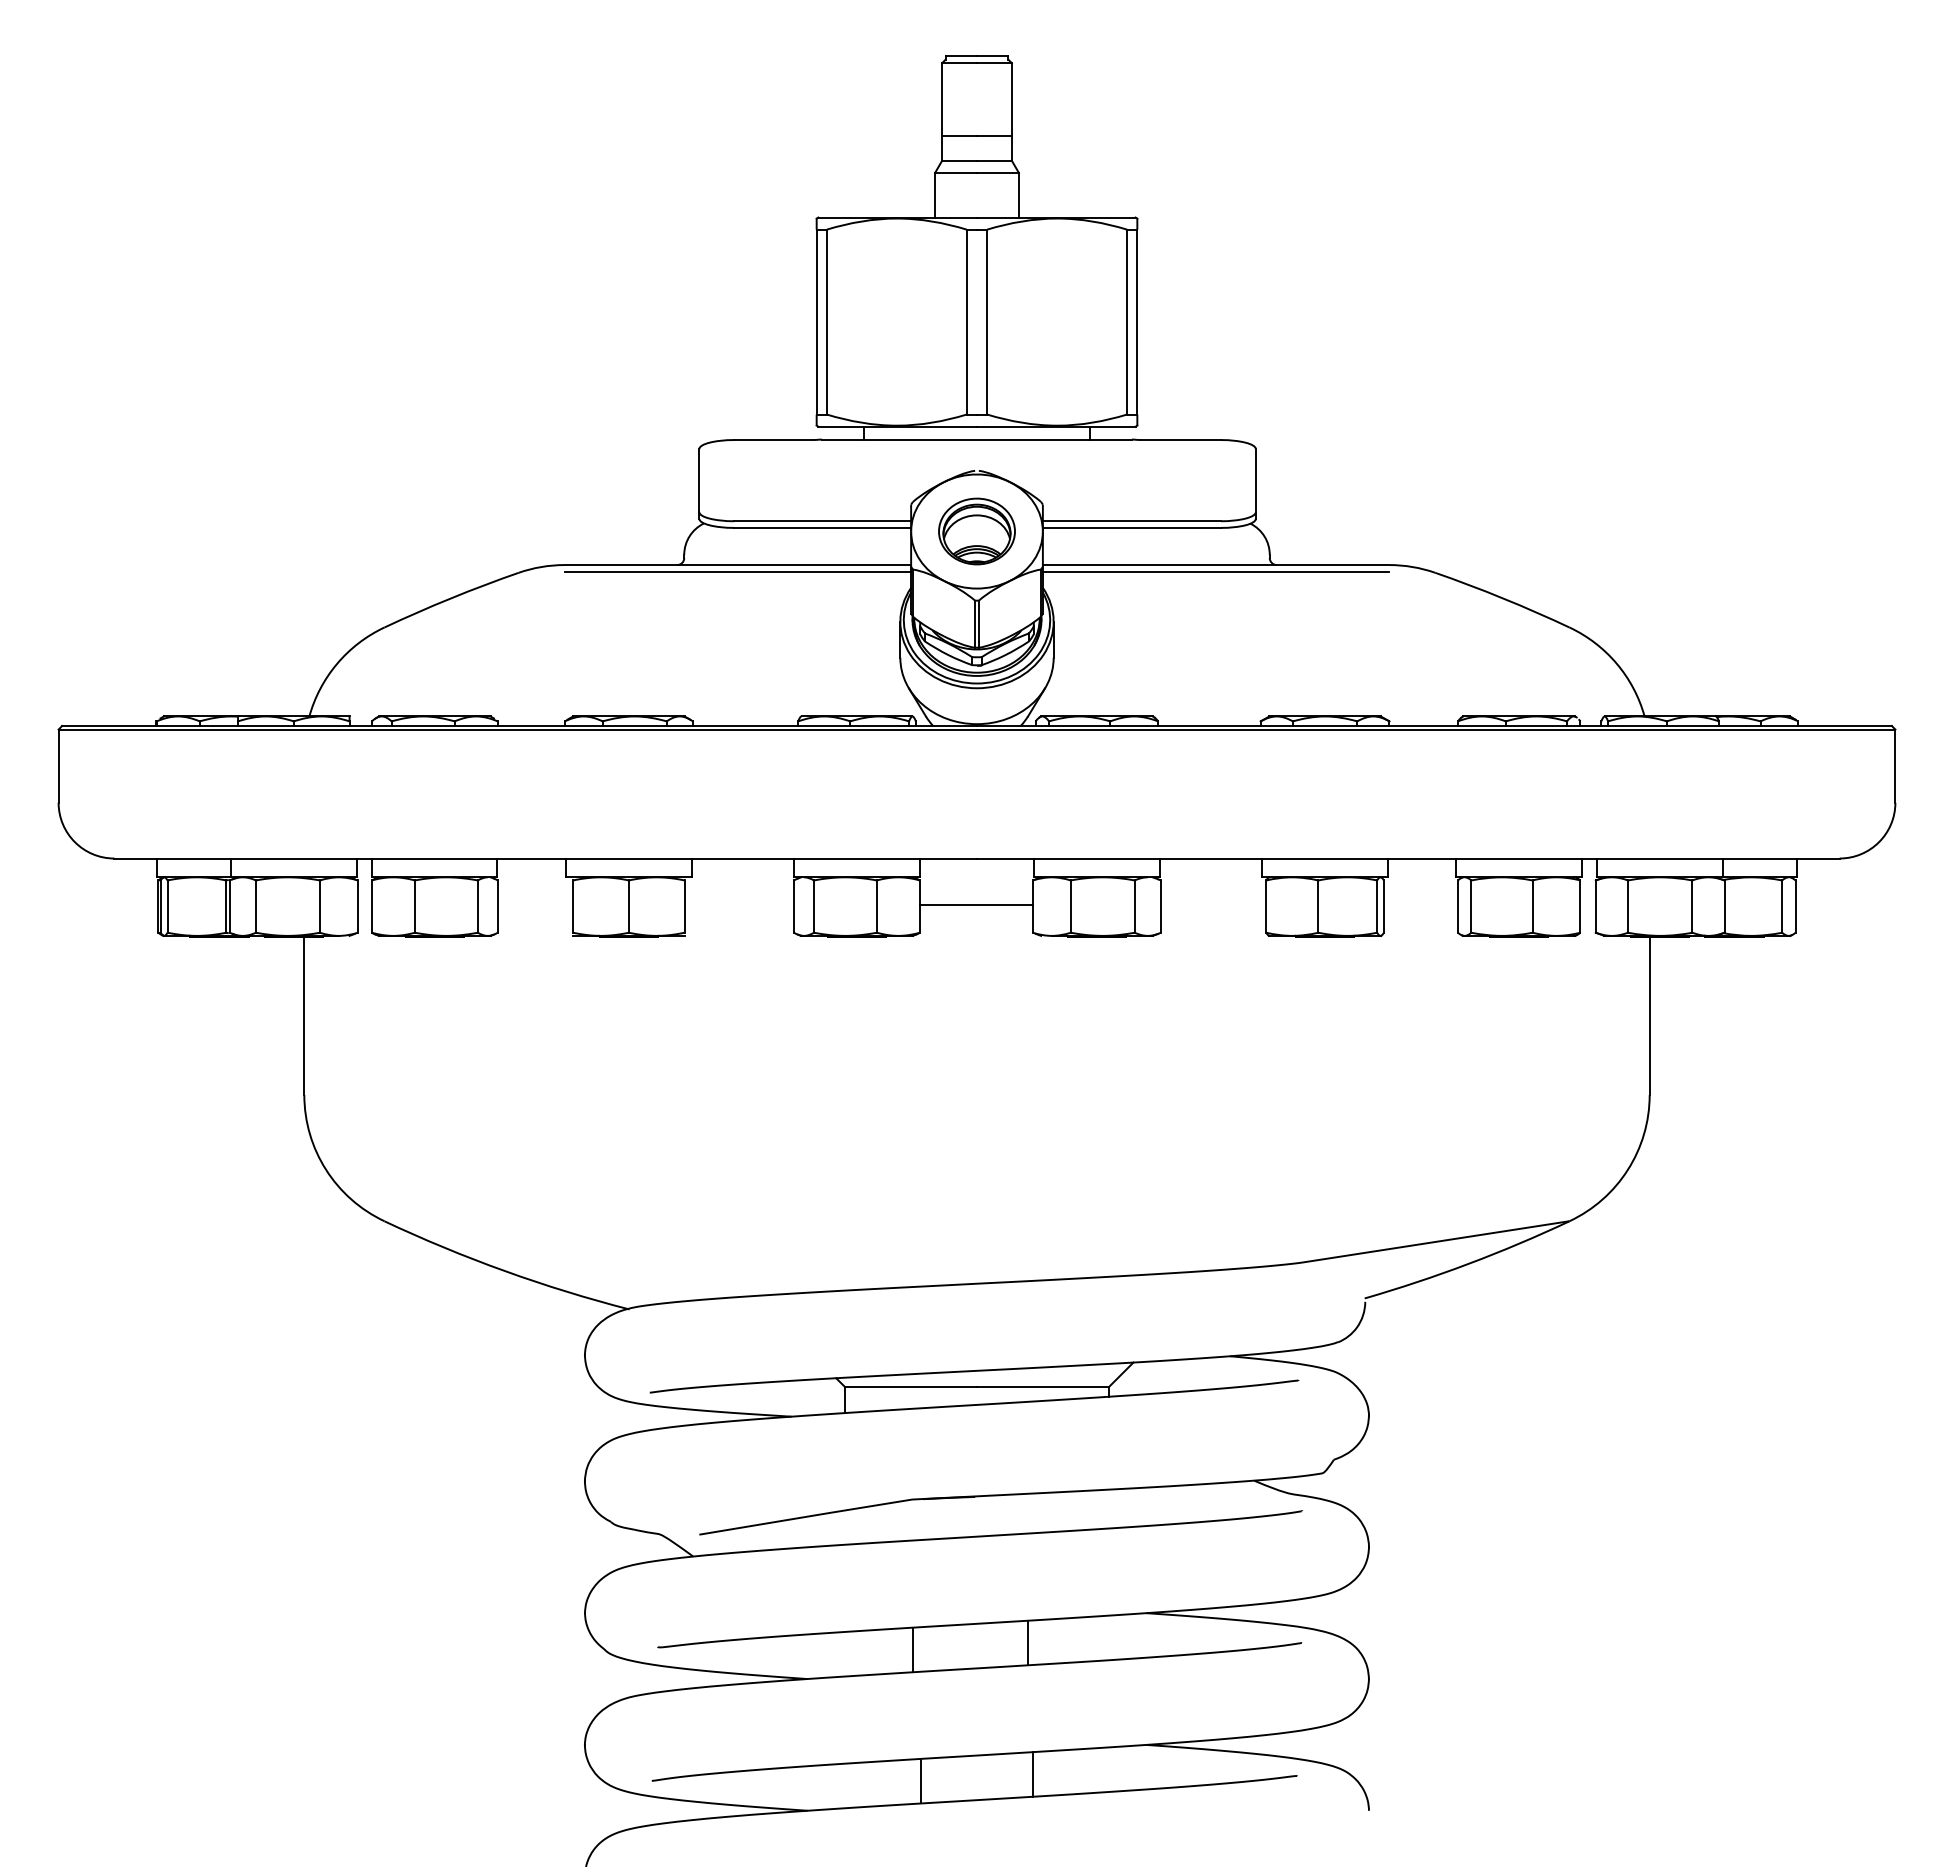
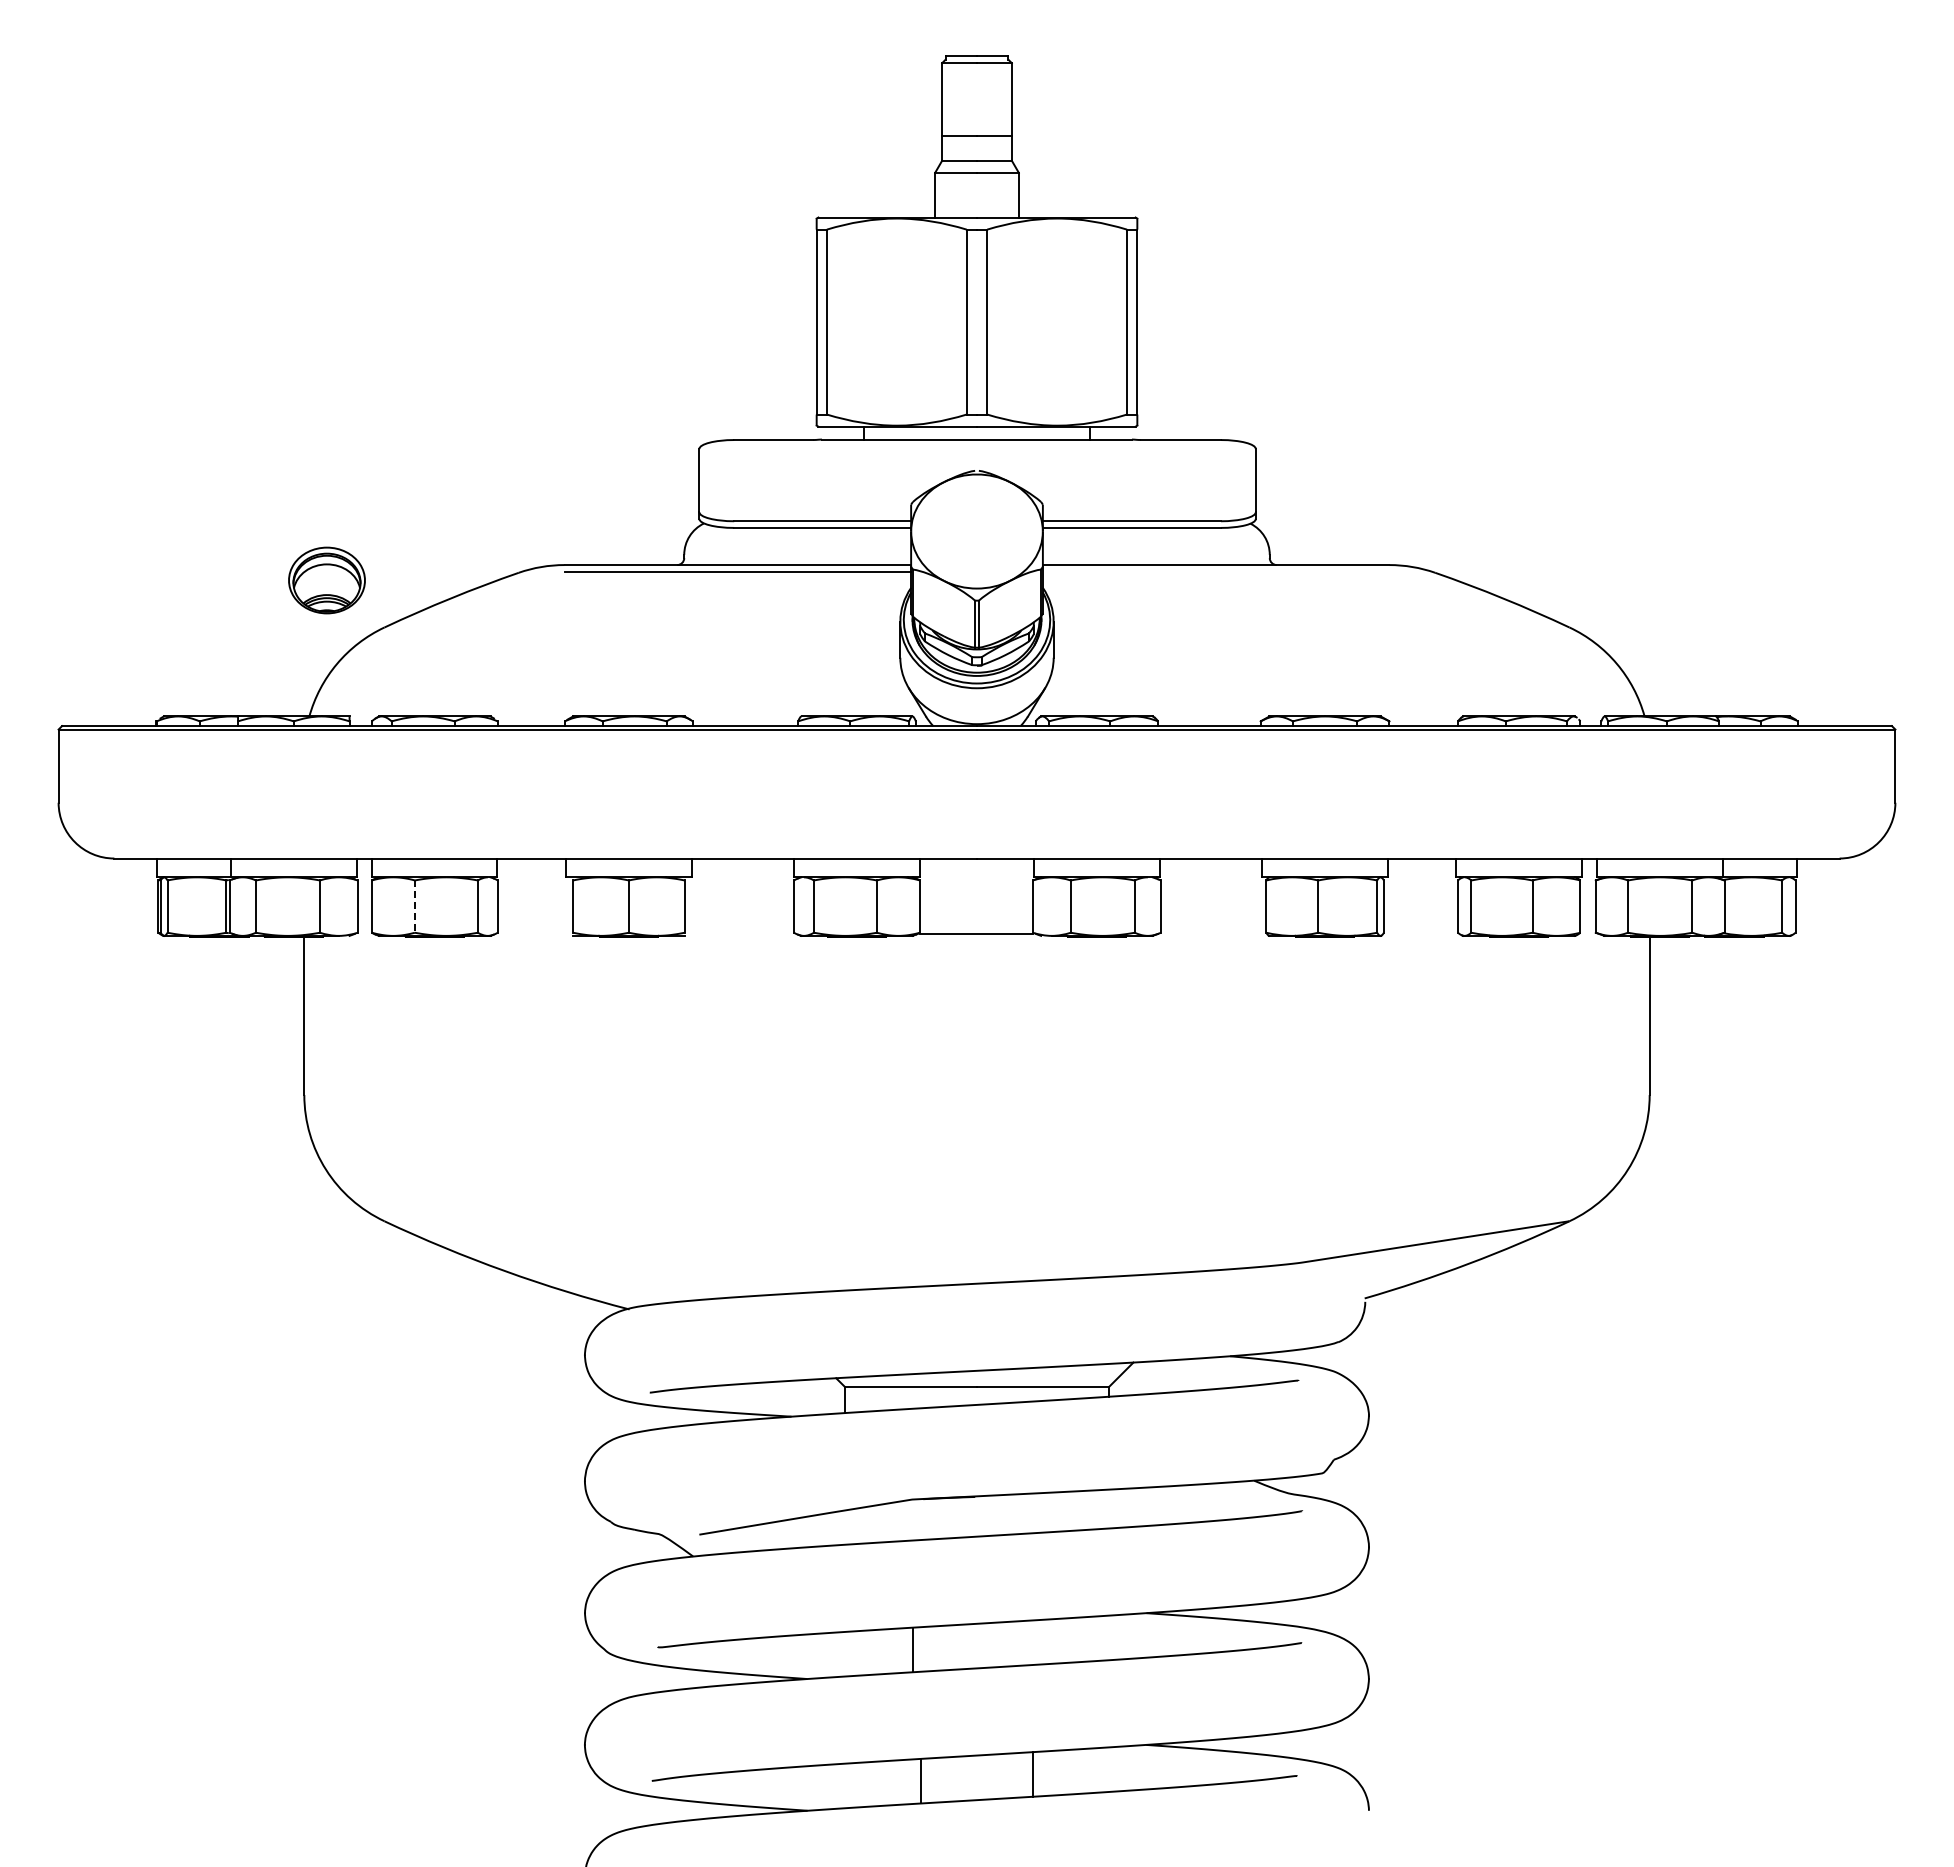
part at (976, 531) position: (976, 531) -> (326, 580)
line at (1215, 572): present -> none
line at (976, 904) position: (976, 904) -> (976, 933)
line at (414, 907): solid -> dashed
line at (1027, 1642): present -> none
